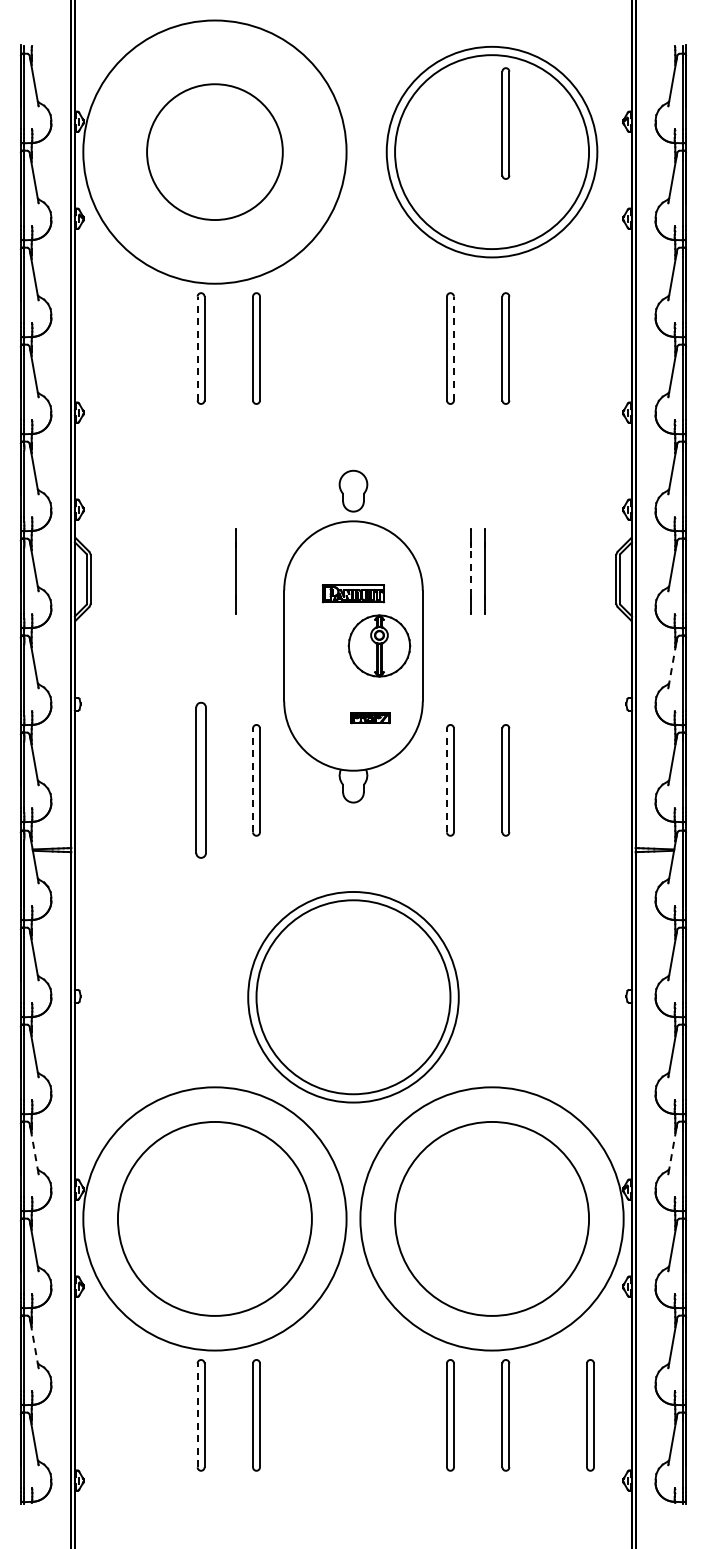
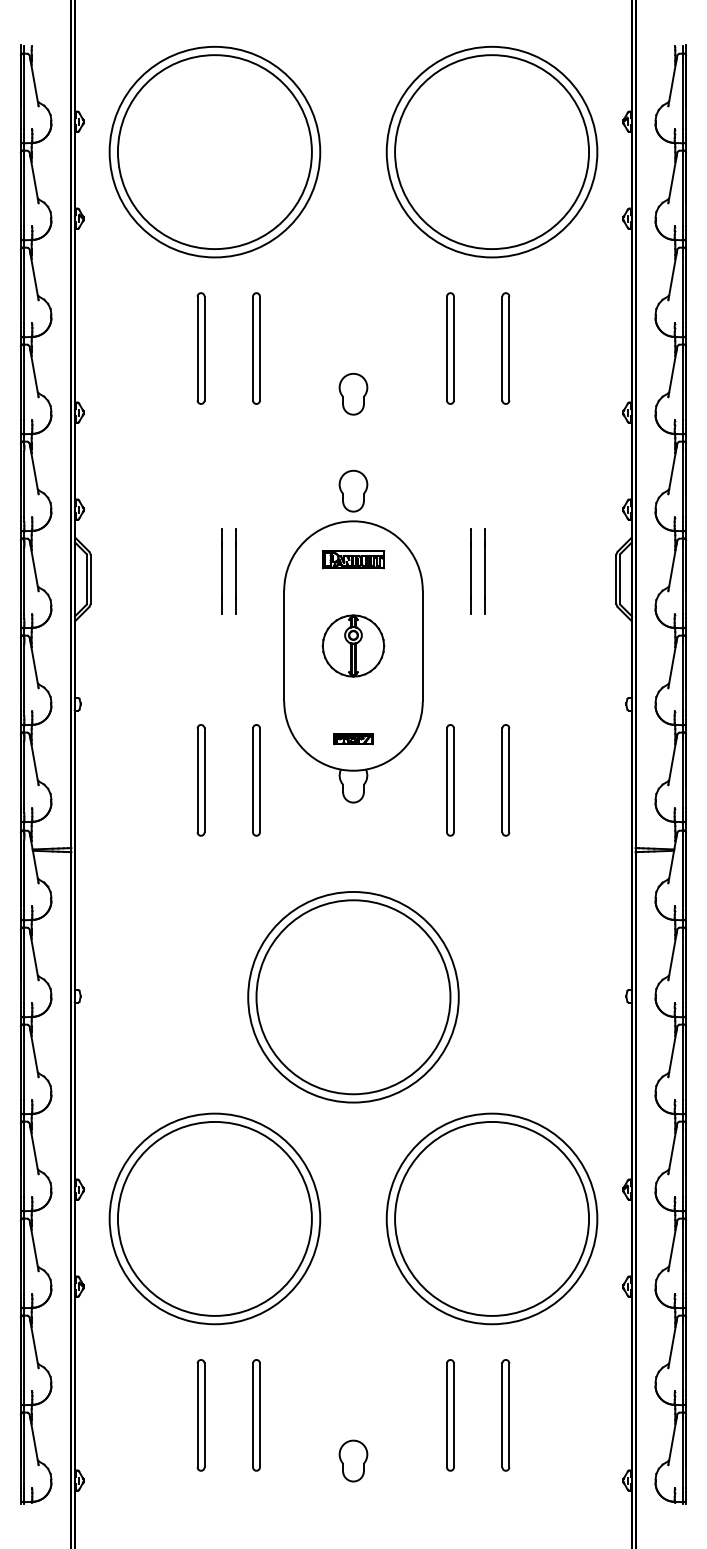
part at (505, 123): present -> none
circle at (214, 151) diameter: 263 px -> 211 px
circle at (214, 152) diameter: 136 px -> 194 px
line at (197, 348): dashed -> solid
line at (453, 348): dashed -> solid
part at (353, 394): none -> present
line at (471, 570): dashed -> solid
line at (221, 571): none -> present
part at (353, 593) position: (353, 593) -> (353, 559)
part at (379, 645) position: (379, 645) -> (353, 645)
line at (672, 665): dashed -> solid
part at (370, 718) position: (370, 718) -> (353, 739)
part at (200, 780) size: 12x157 px -> 10x113 px
line at (253, 780): dashed -> solid
line at (447, 780): dashed -> solid
line at (34, 1151): dashed -> solid
line at (672, 1151): dashed -> solid
circle at (214, 1218) diameter: 263 px -> 211 px
circle at (491, 1218) diameter: 263 px -> 211 px
line at (34, 1345): dashed -> solid
line at (197, 1415): dashed -> solid
part at (590, 1415): present -> none
part at (353, 1460): none -> present
